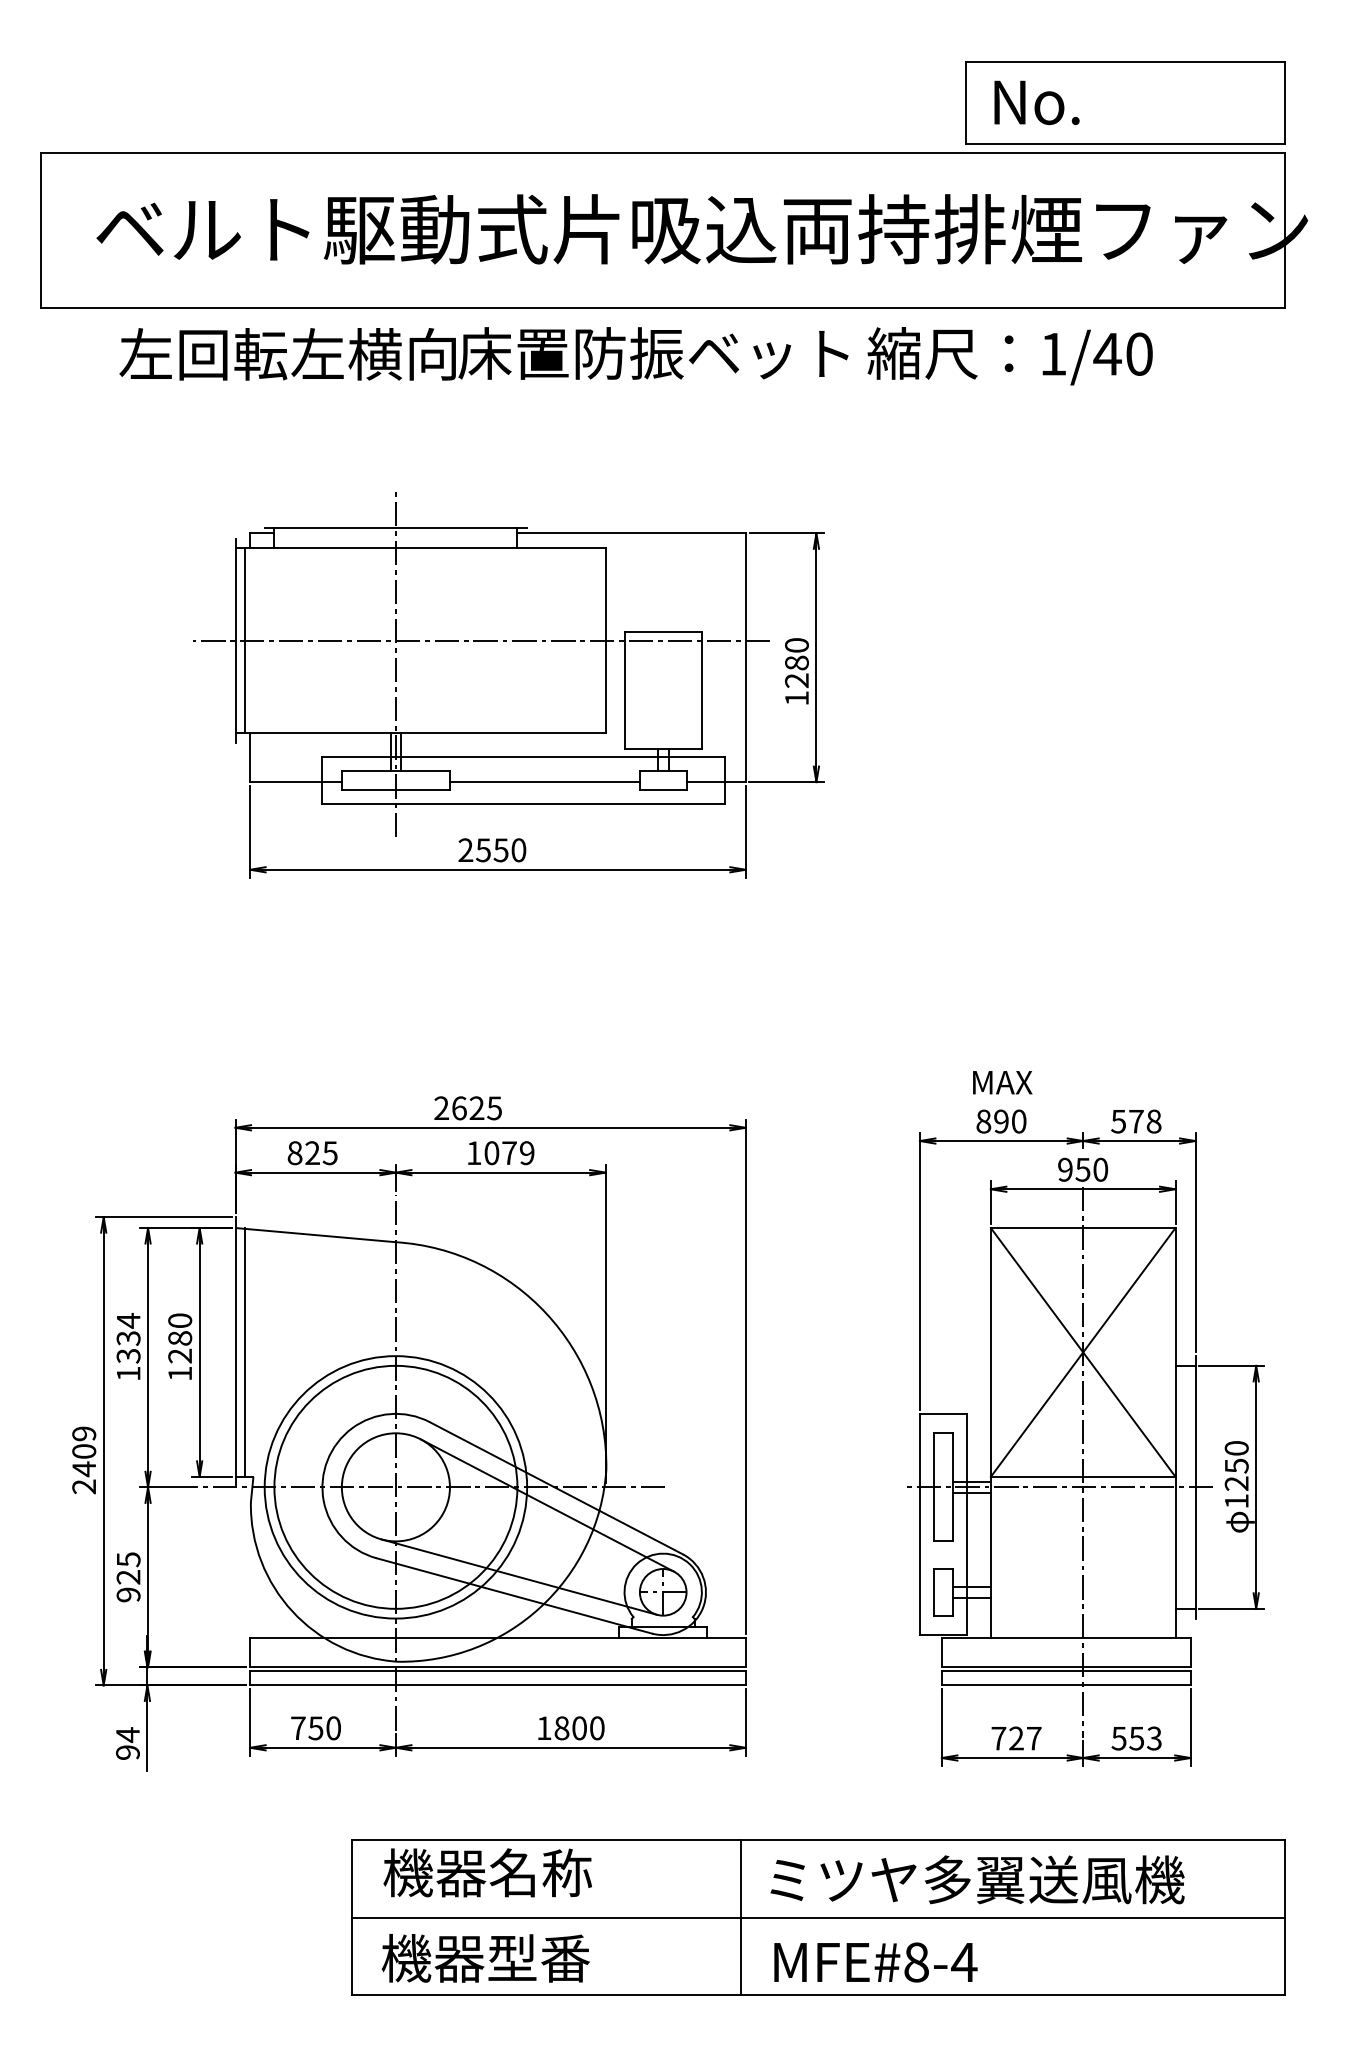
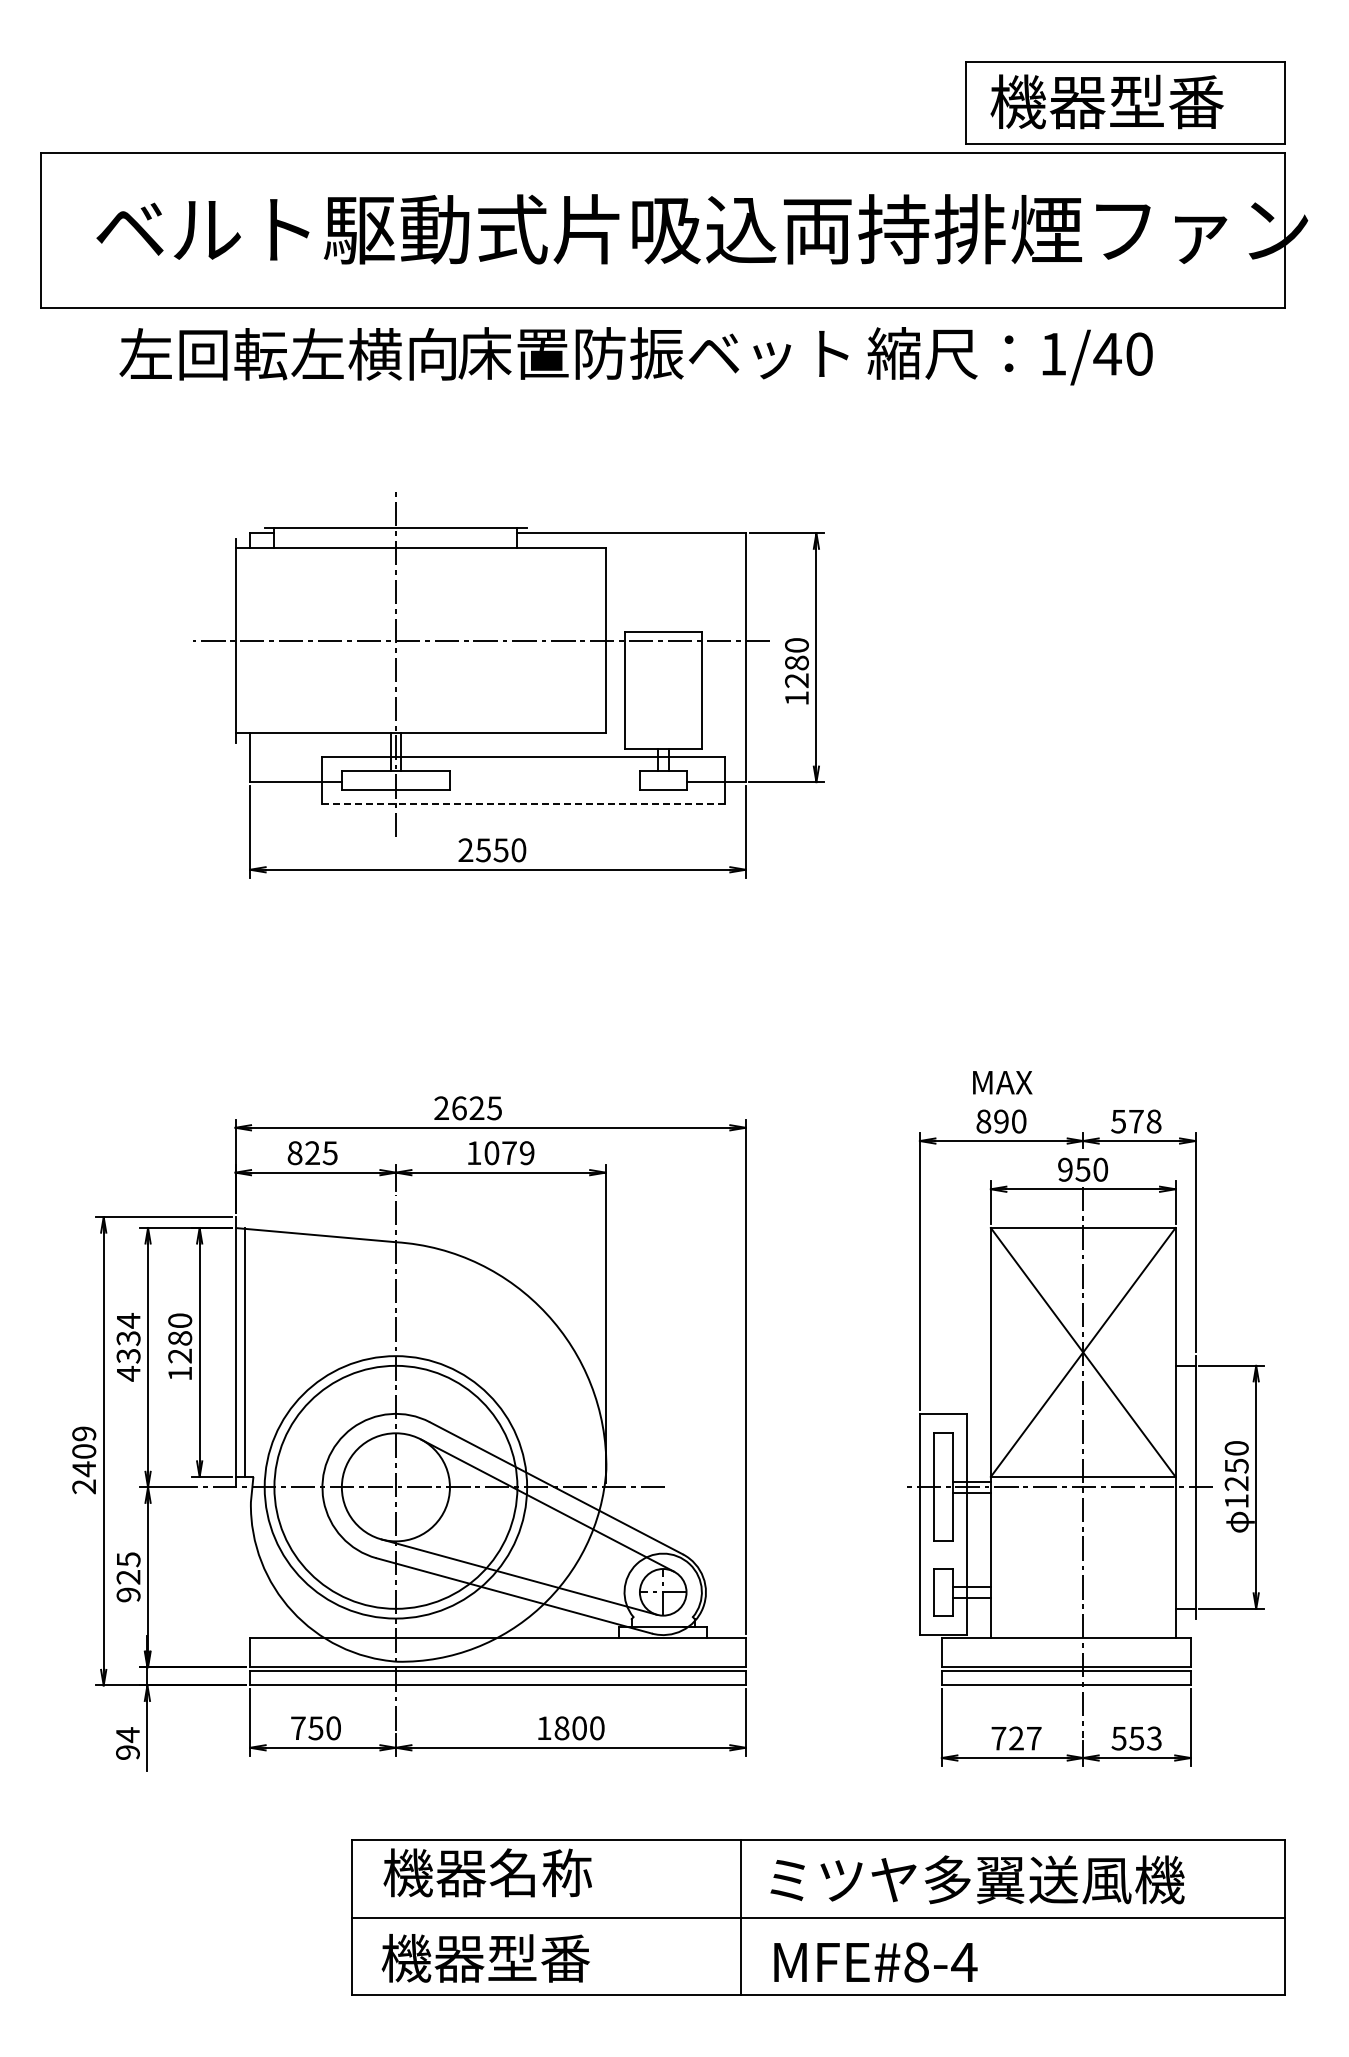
text at (1106, 101): No. -> 機器型番
line at (245, 640): present -> none
line at (544, 782): present -> none
line at (524, 804): solid -> dashed
text at (128, 1373): 1334 -> 4334
